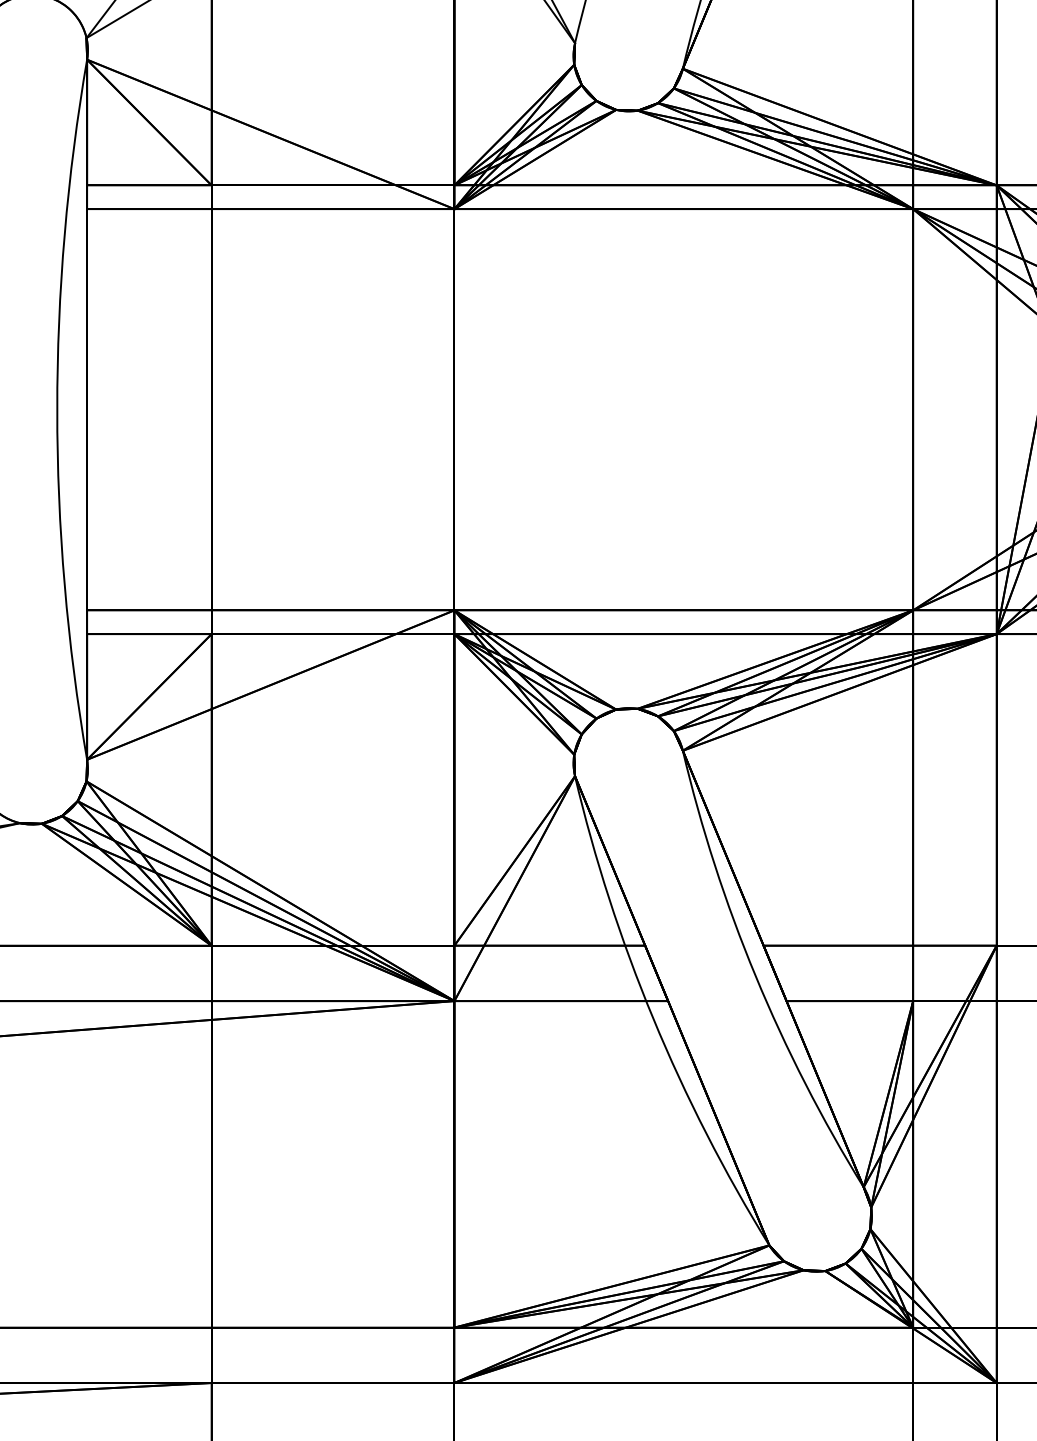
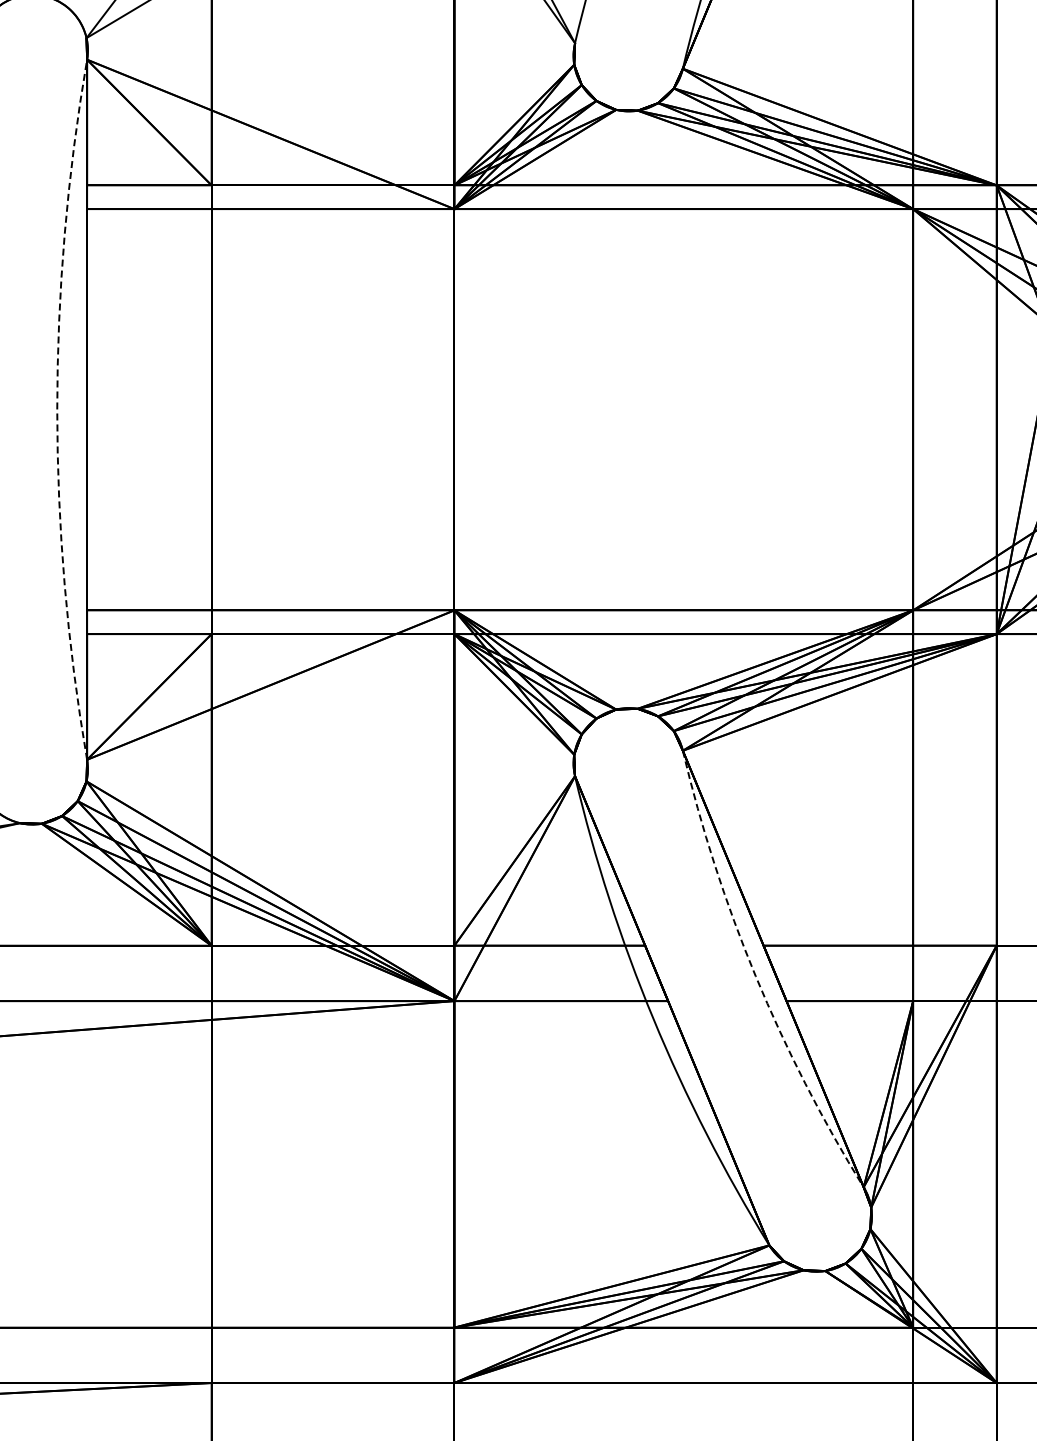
arc at (57, 409): solid -> dashed
arc at (755, 976): solid -> dashed
